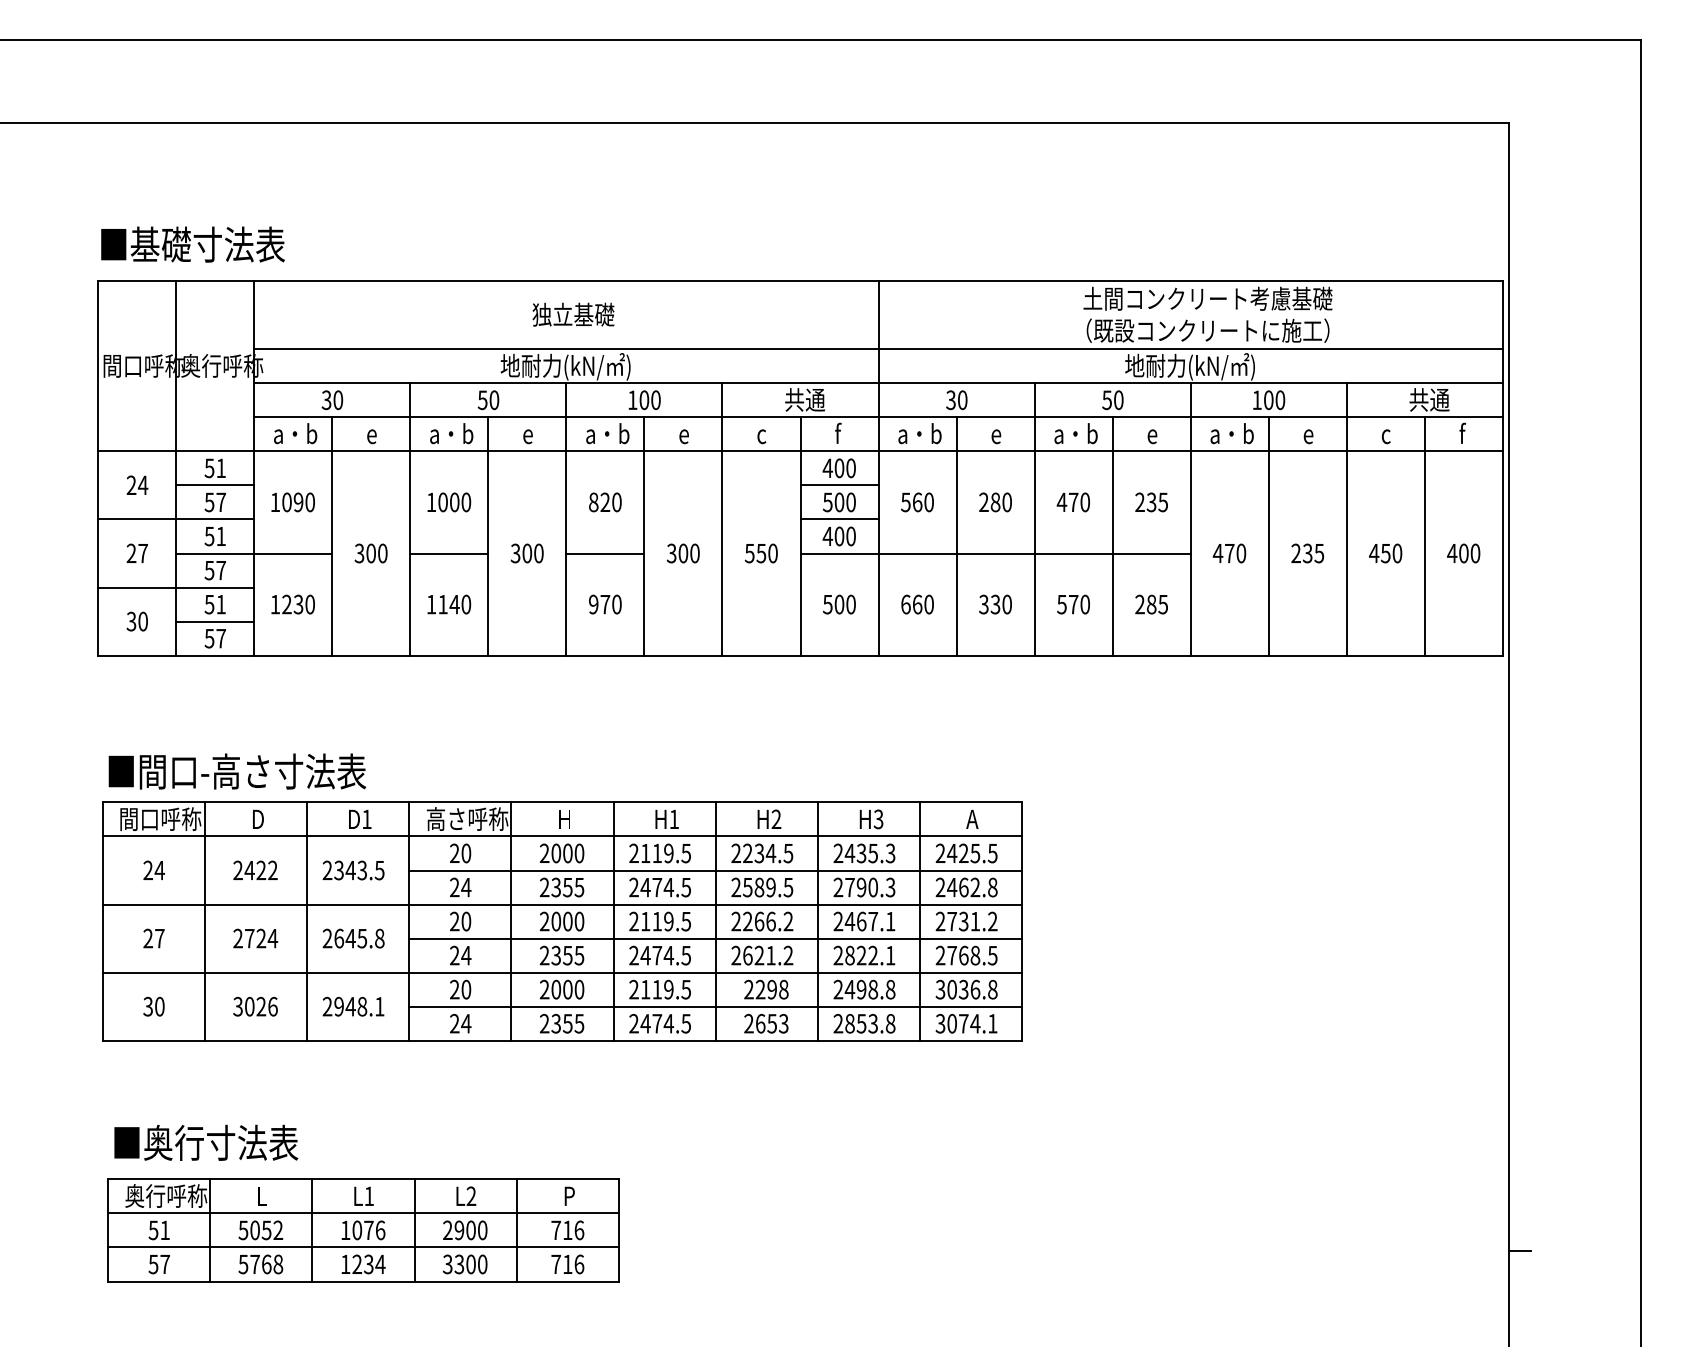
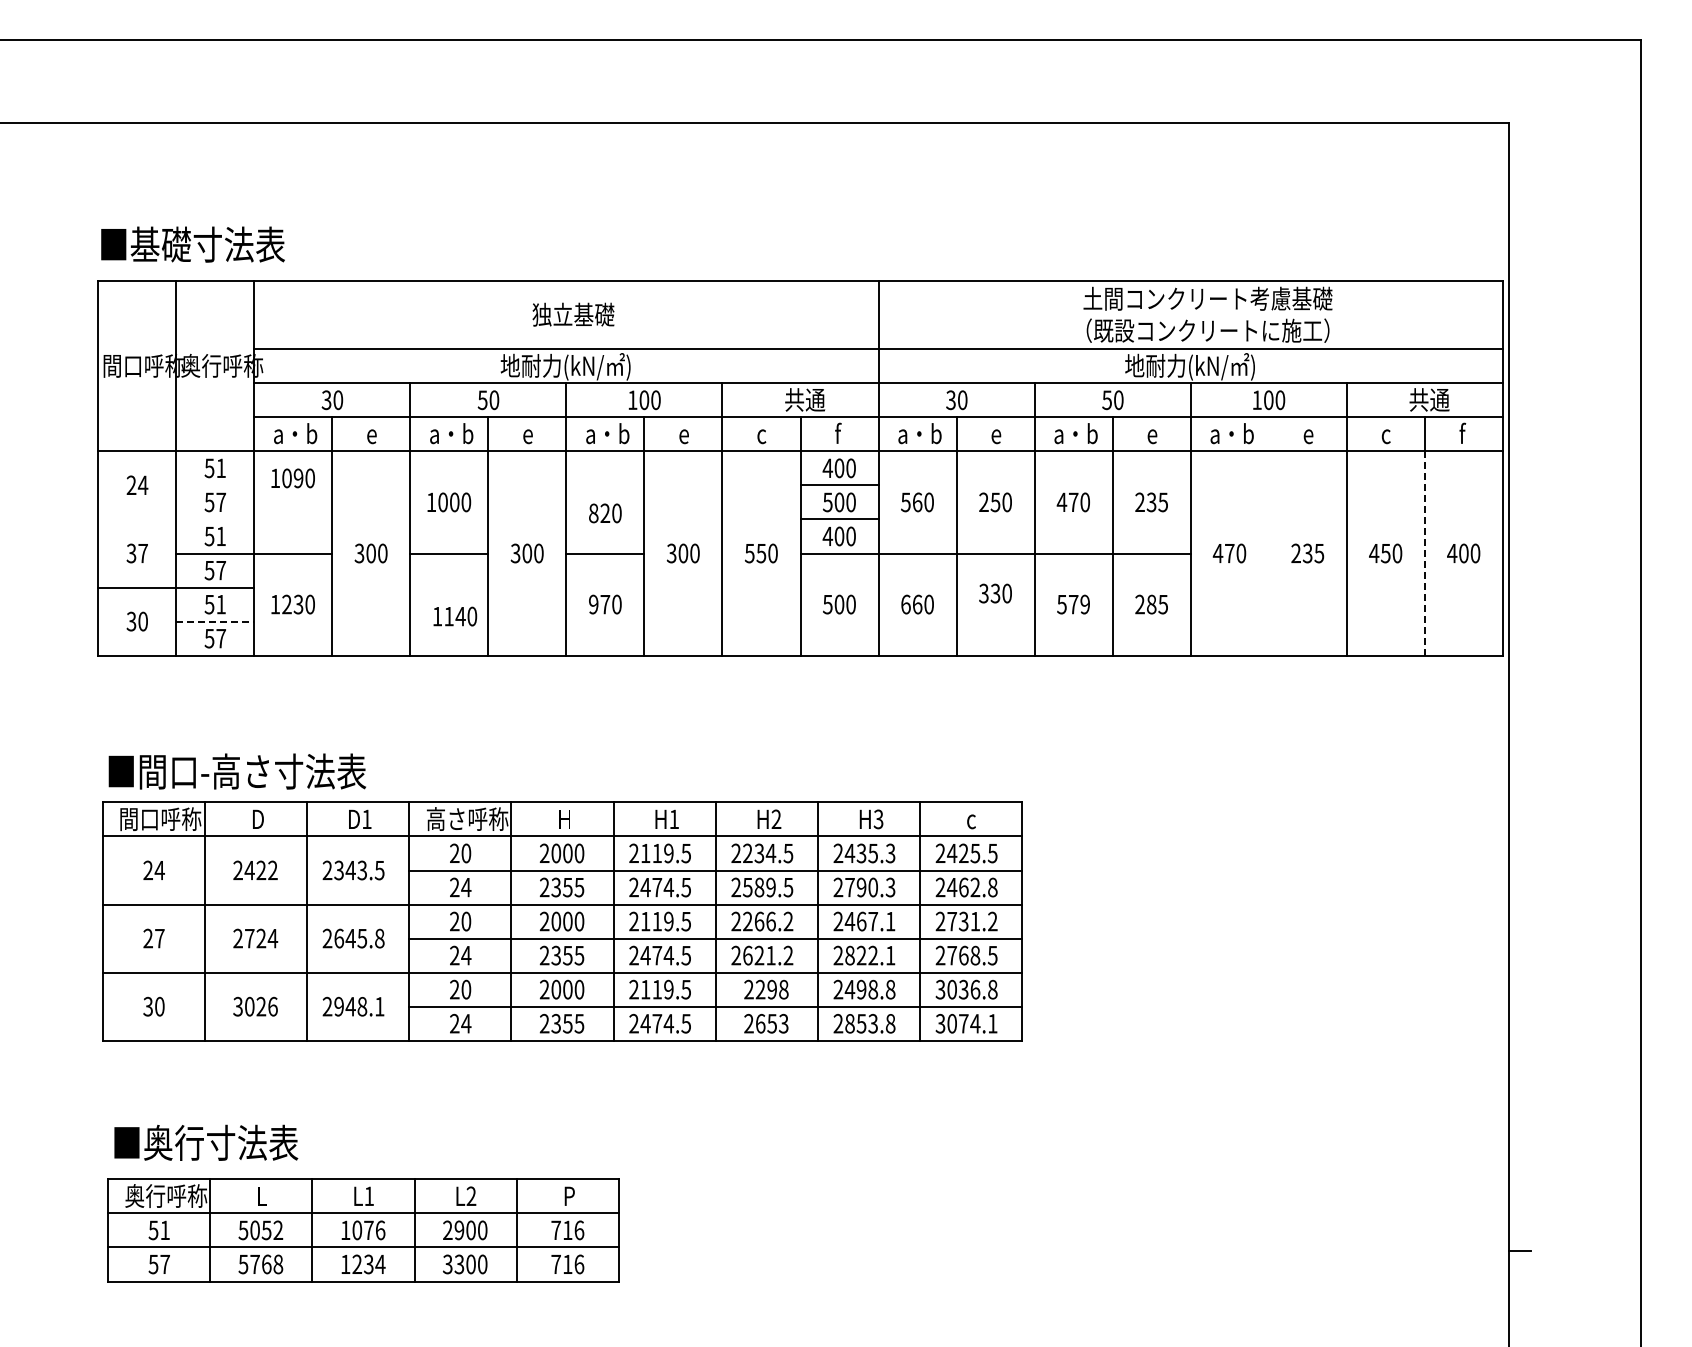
line at (215, 485): present -> none
text at (292, 502) position: (292, 502) -> (292, 478)
text at (605, 502) position: (605, 502) -> (605, 513)
text at (995, 502): 280 -> 250
line at (176, 519): present -> none
line at (1268, 536): present -> none
text at (131, 553): 27 -> 37
line at (1424, 554): solid -> dashed
text at (449, 604) position: (449, 604) -> (455, 616)
text at (995, 604) position: (995, 604) -> (995, 593)
text at (1084, 604): 570 -> 579
line at (215, 621): solid -> dashed
text at (972, 819): A -> c
